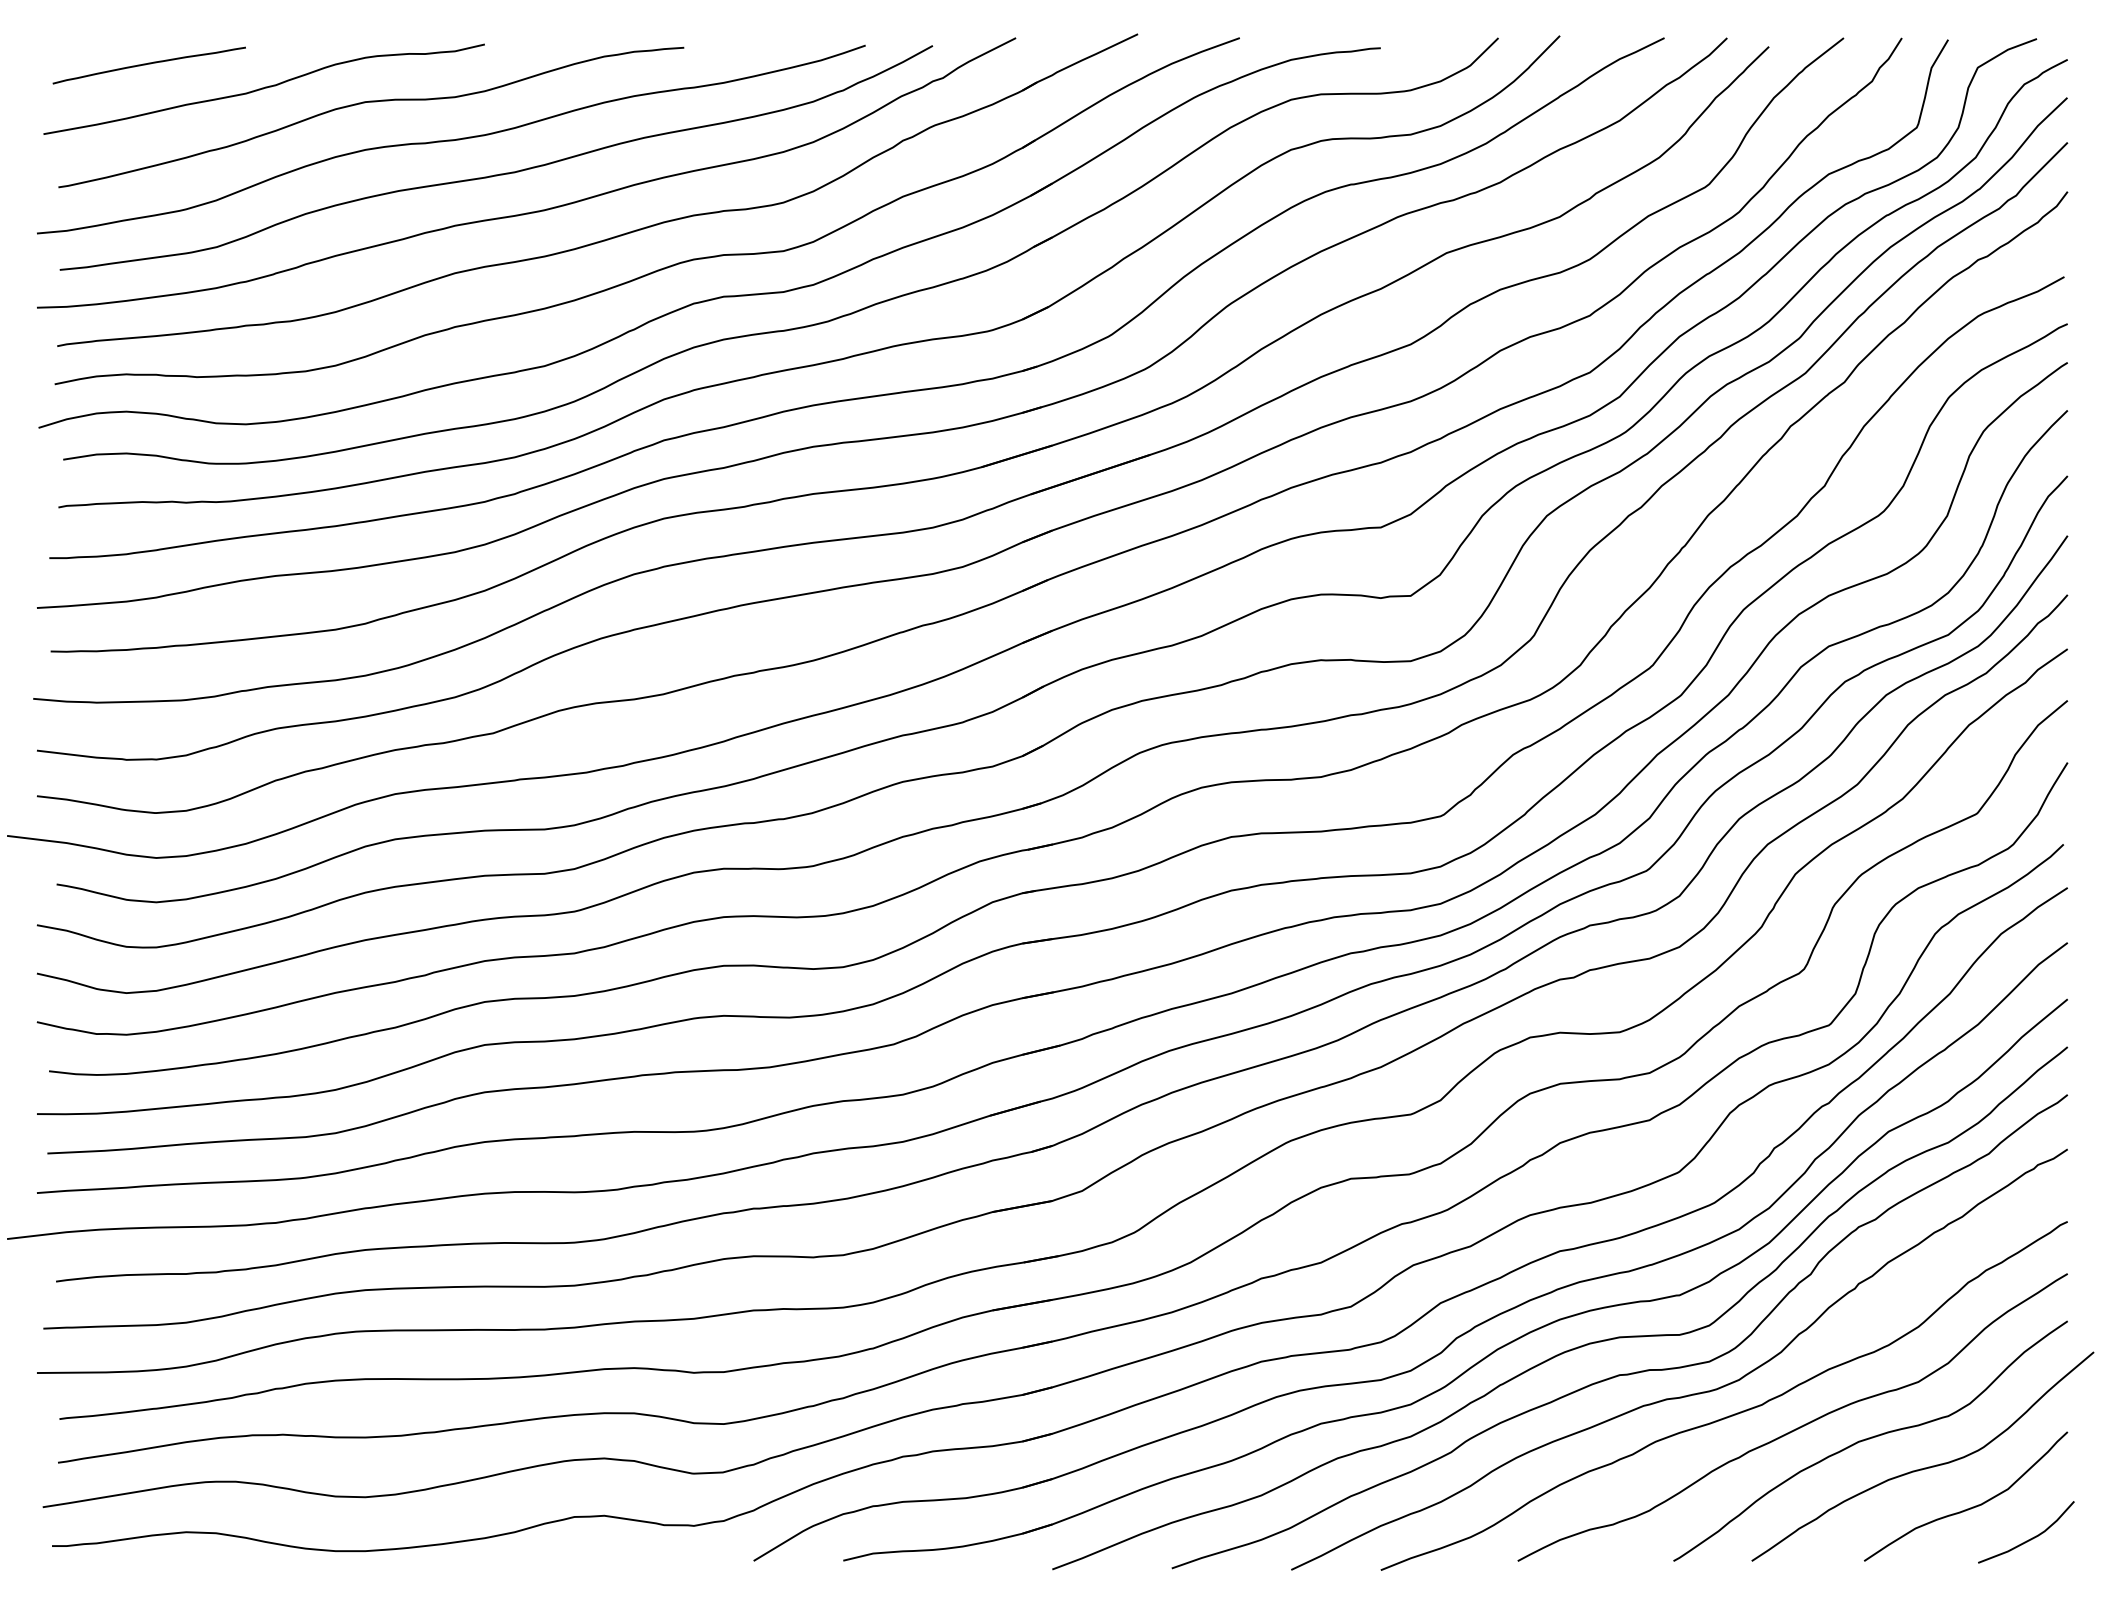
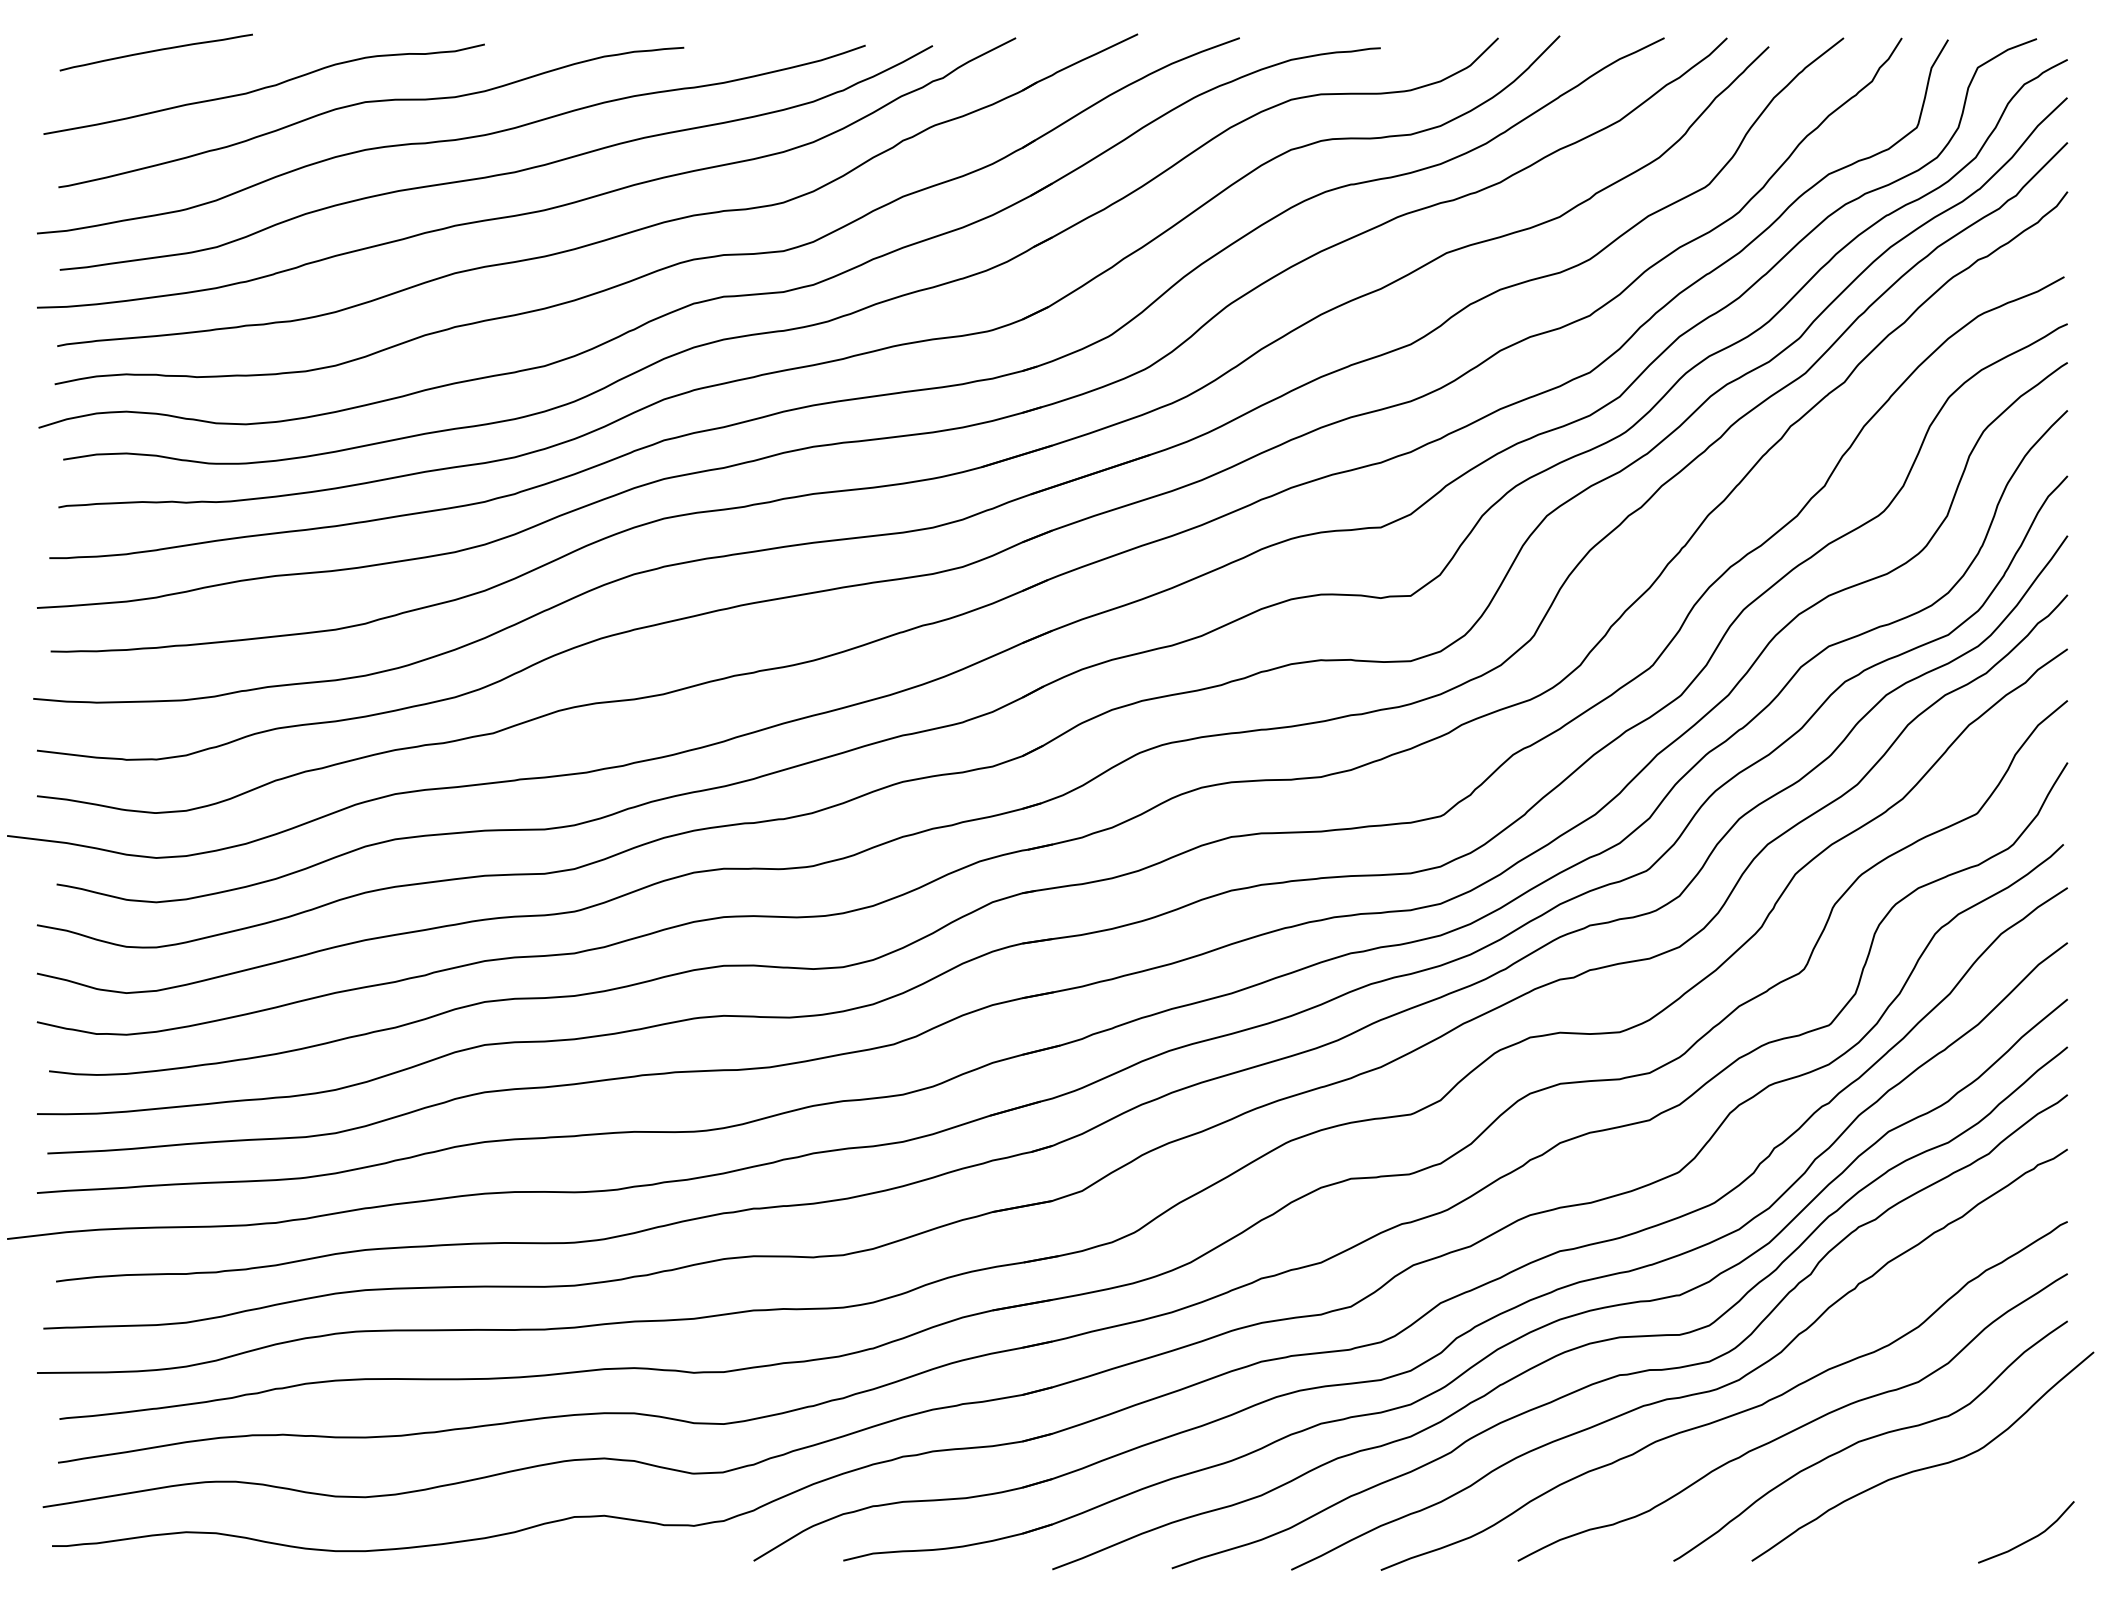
curve at (148, 64) position: (148, 64) -> (155, 51)
curve at (1972, 1506): present -> none
